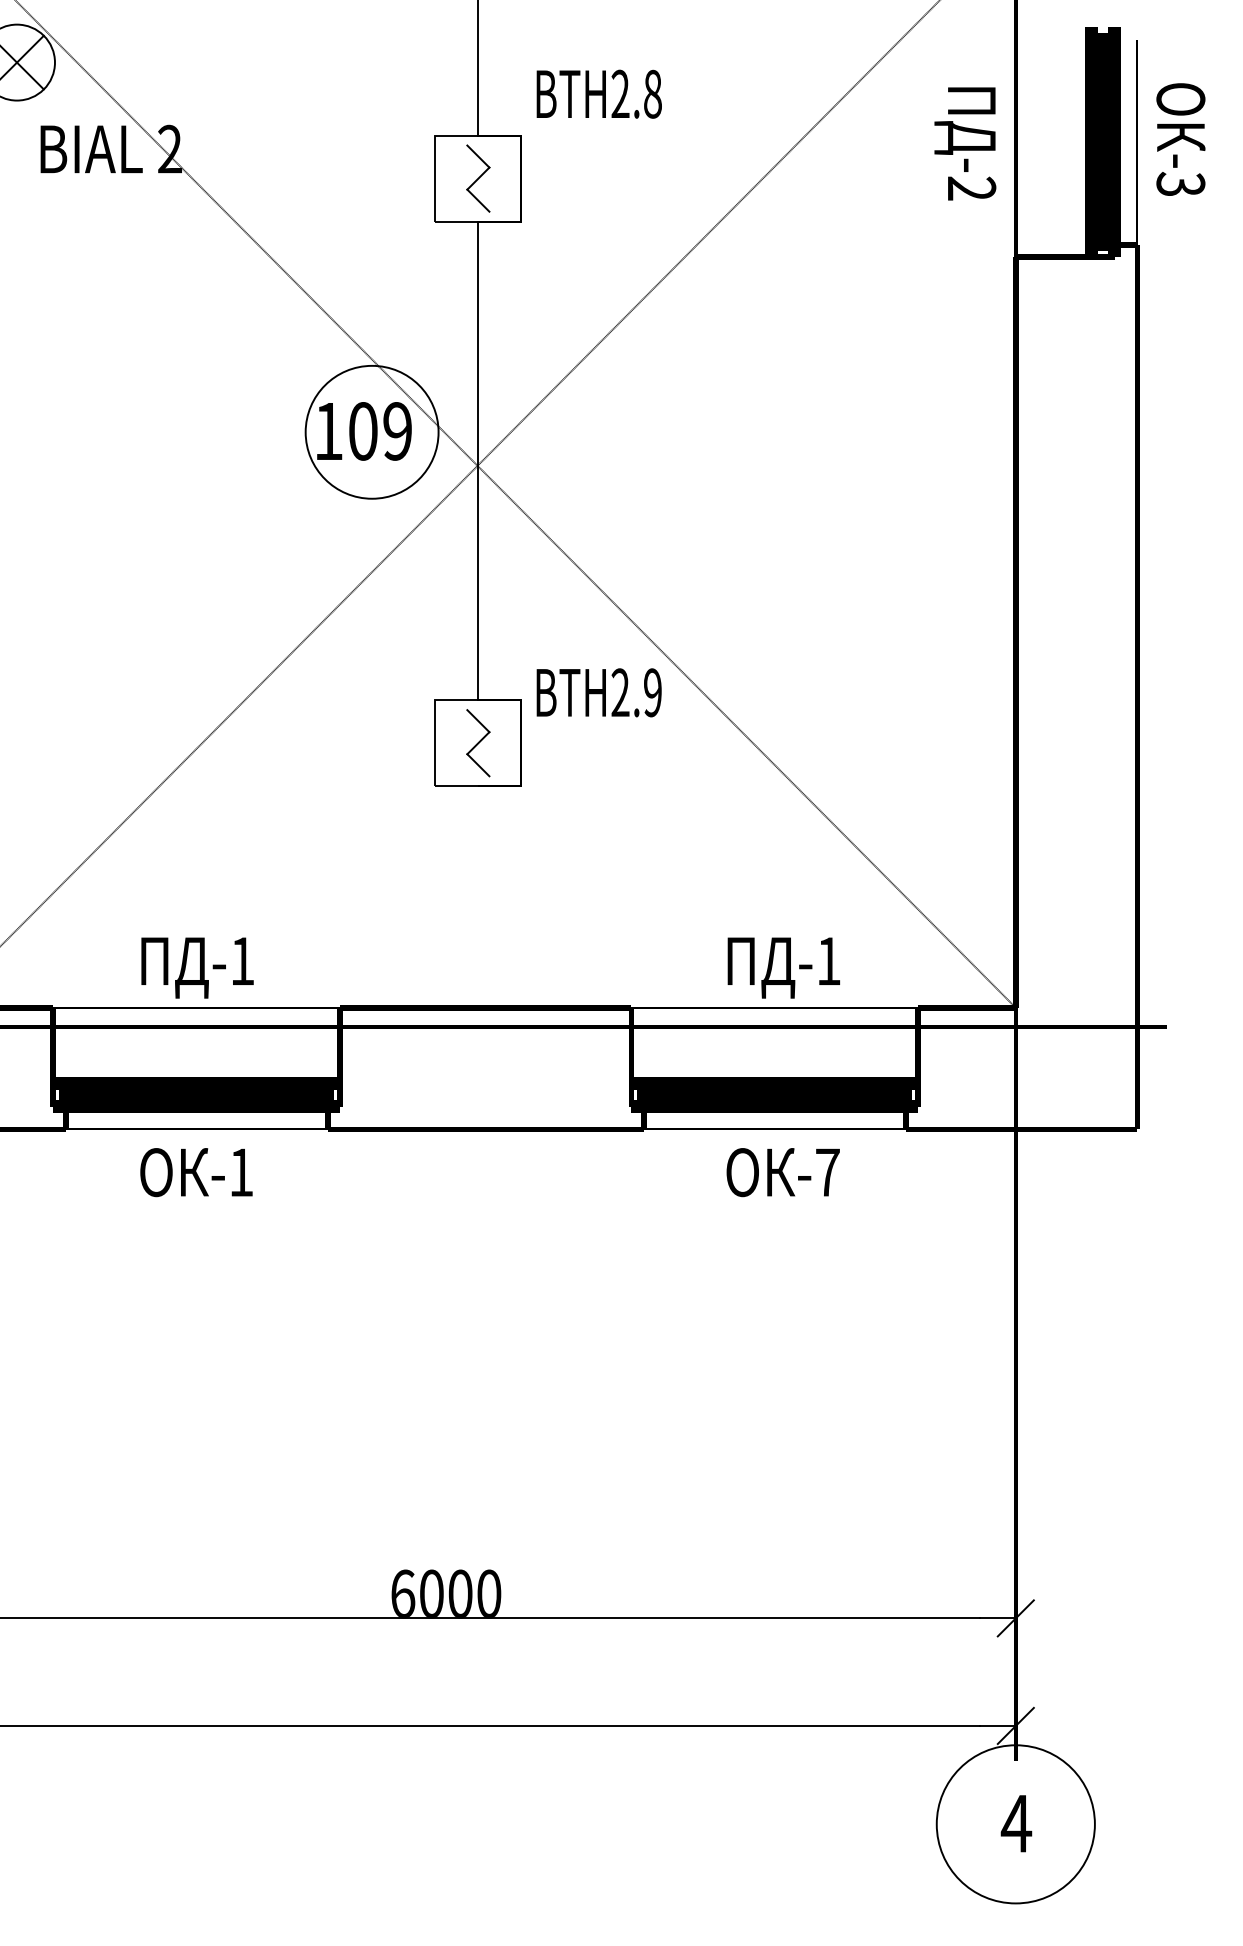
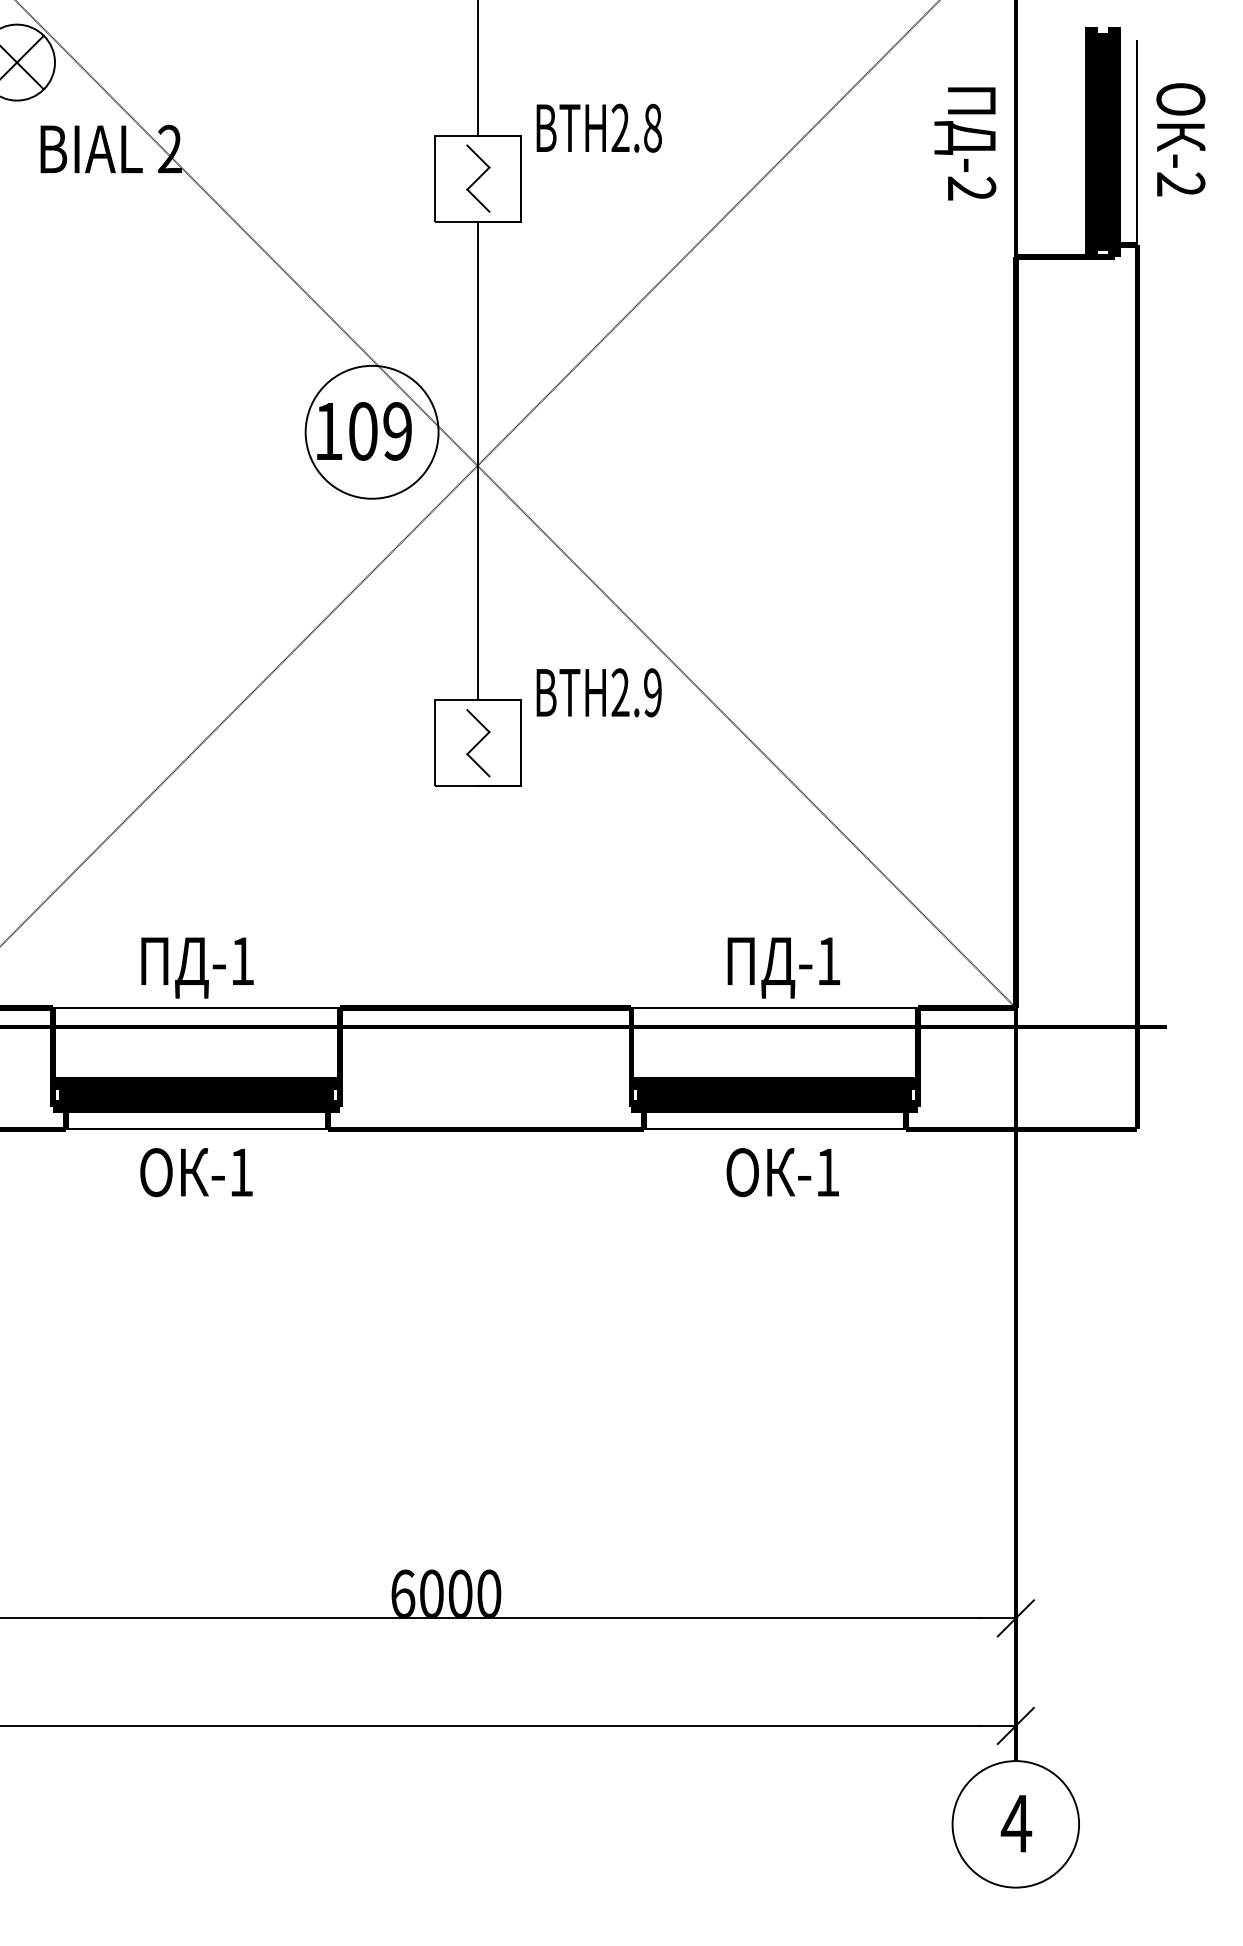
text at (598, 93) position: (598, 93) -> (598, 127)
text at (1180, 184): -3 -> -2
text at (827, 1172): -7 -> -1
circle at (1015, 1824) diameter: 158 px -> 127 px
